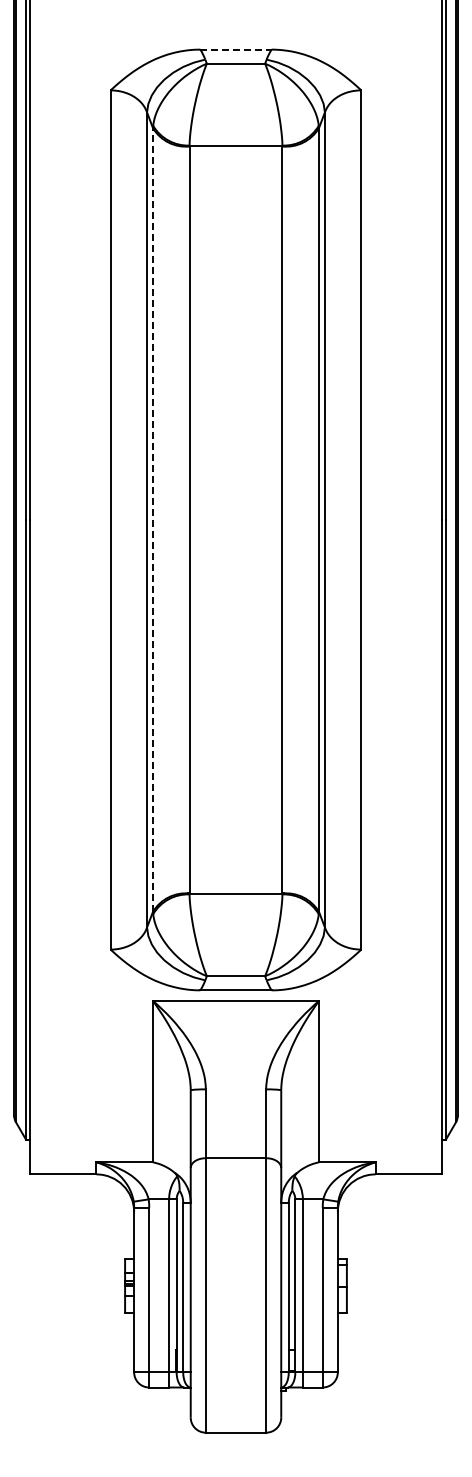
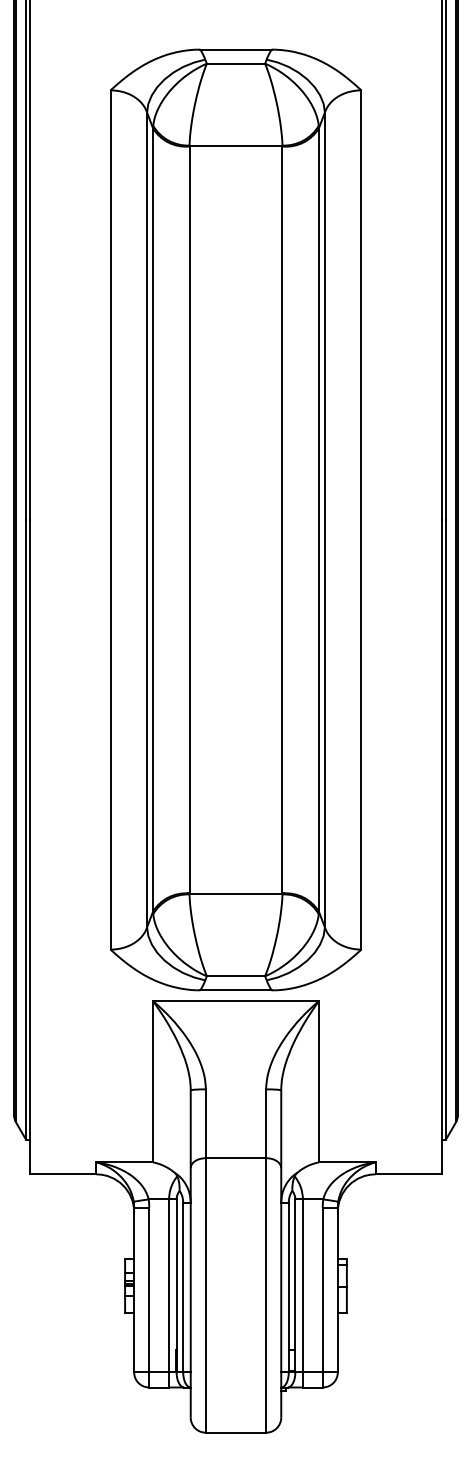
line at (235, 49): dashed -> solid
line at (153, 520): dashed -> solid
